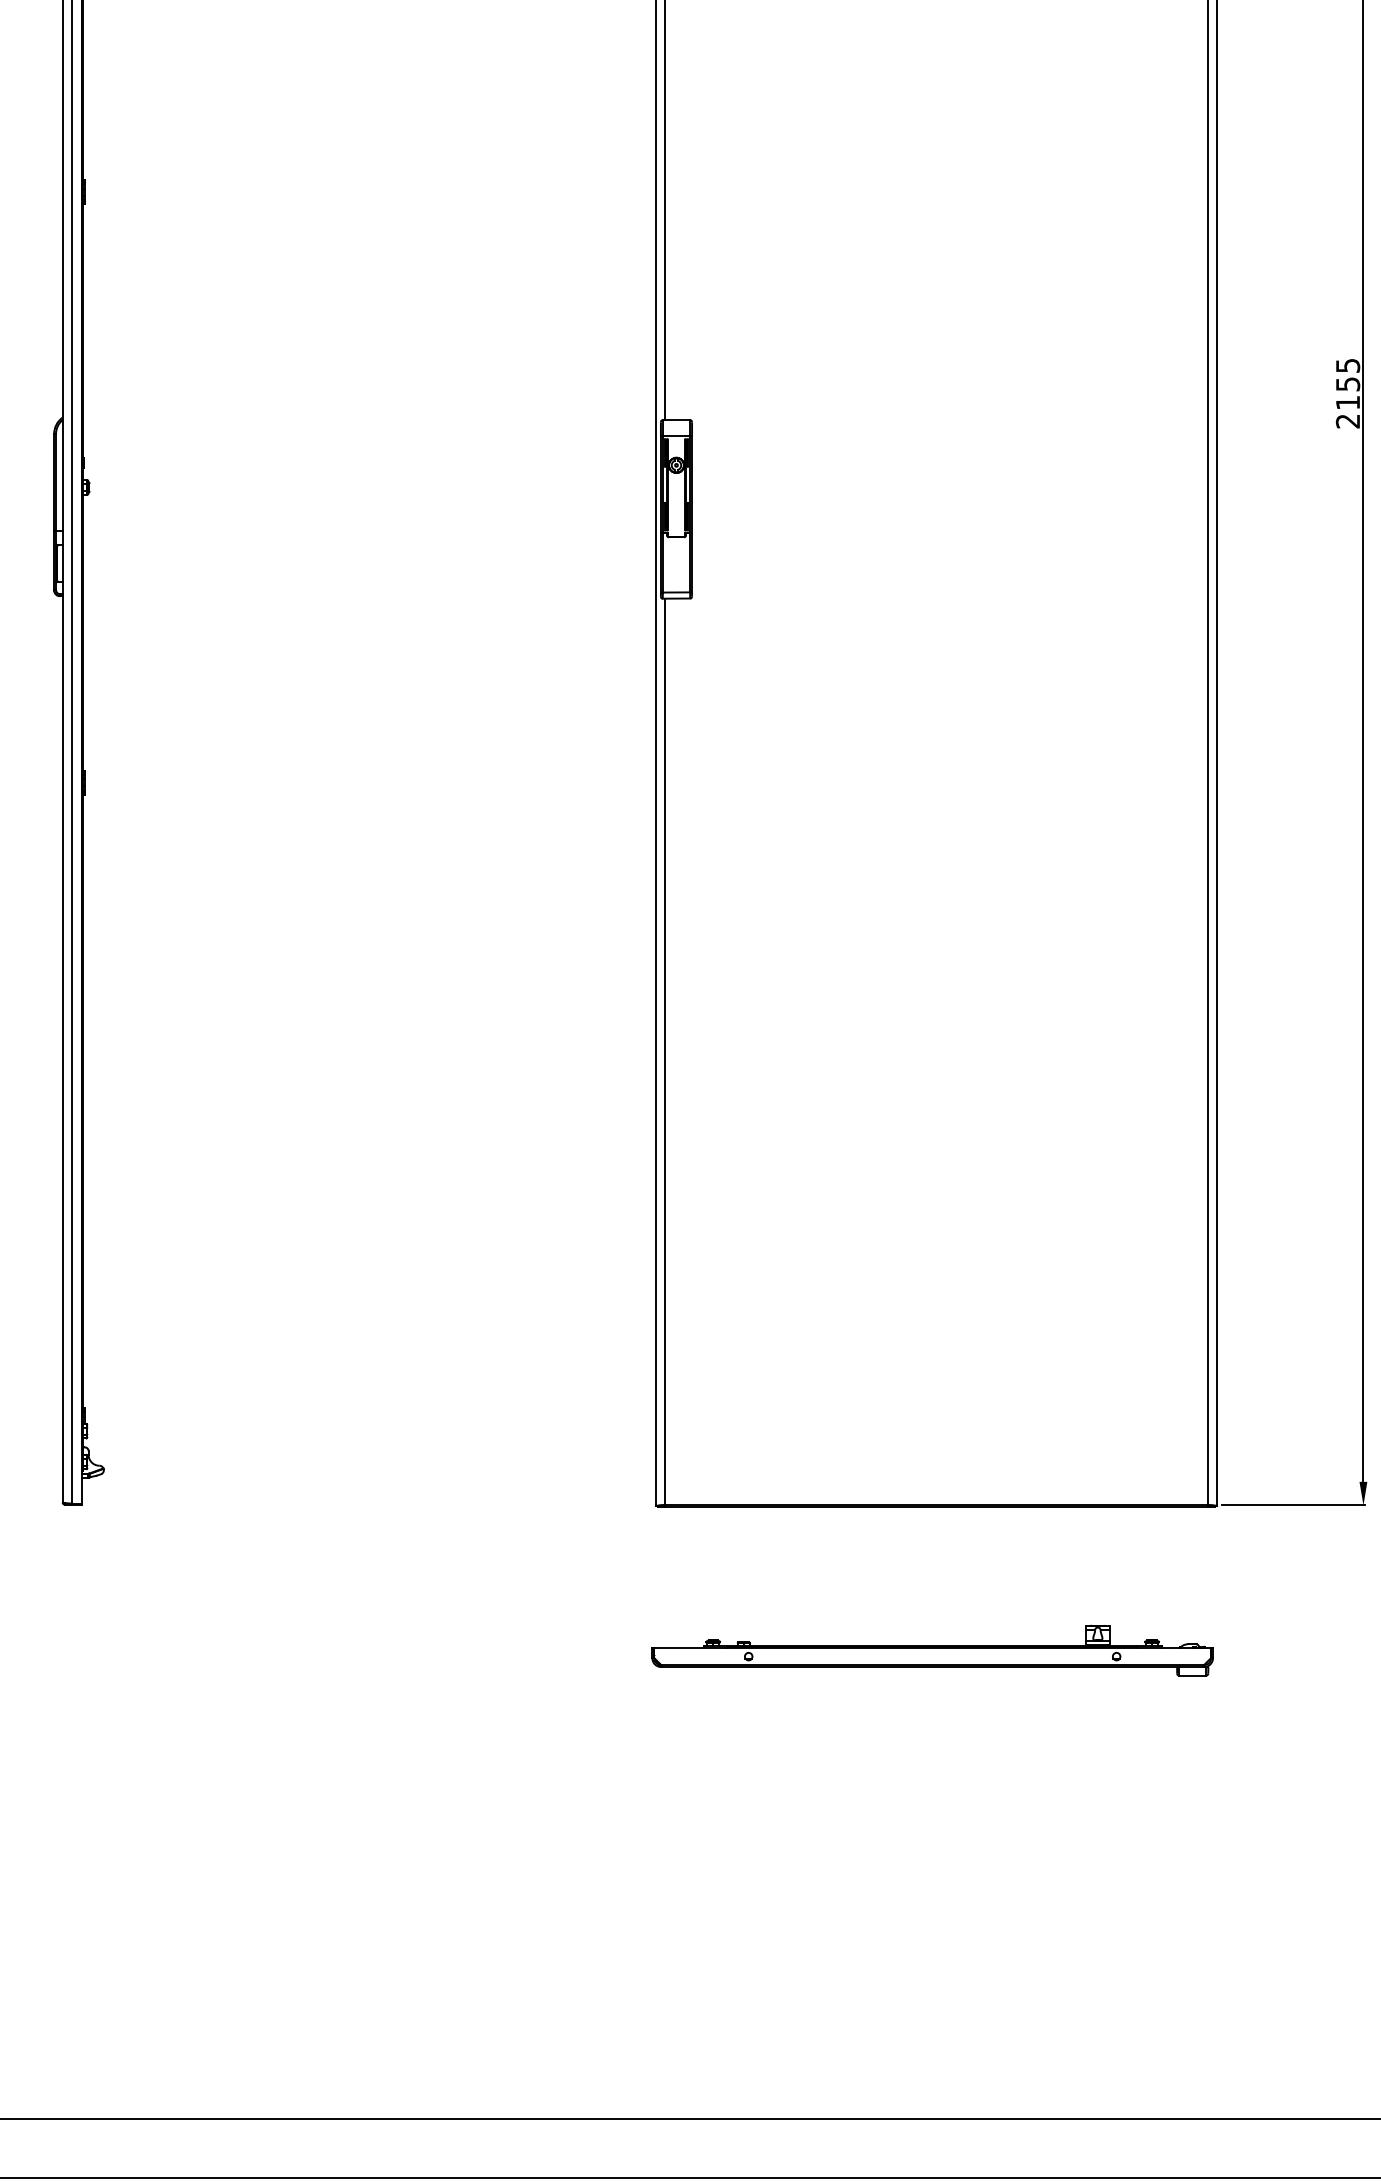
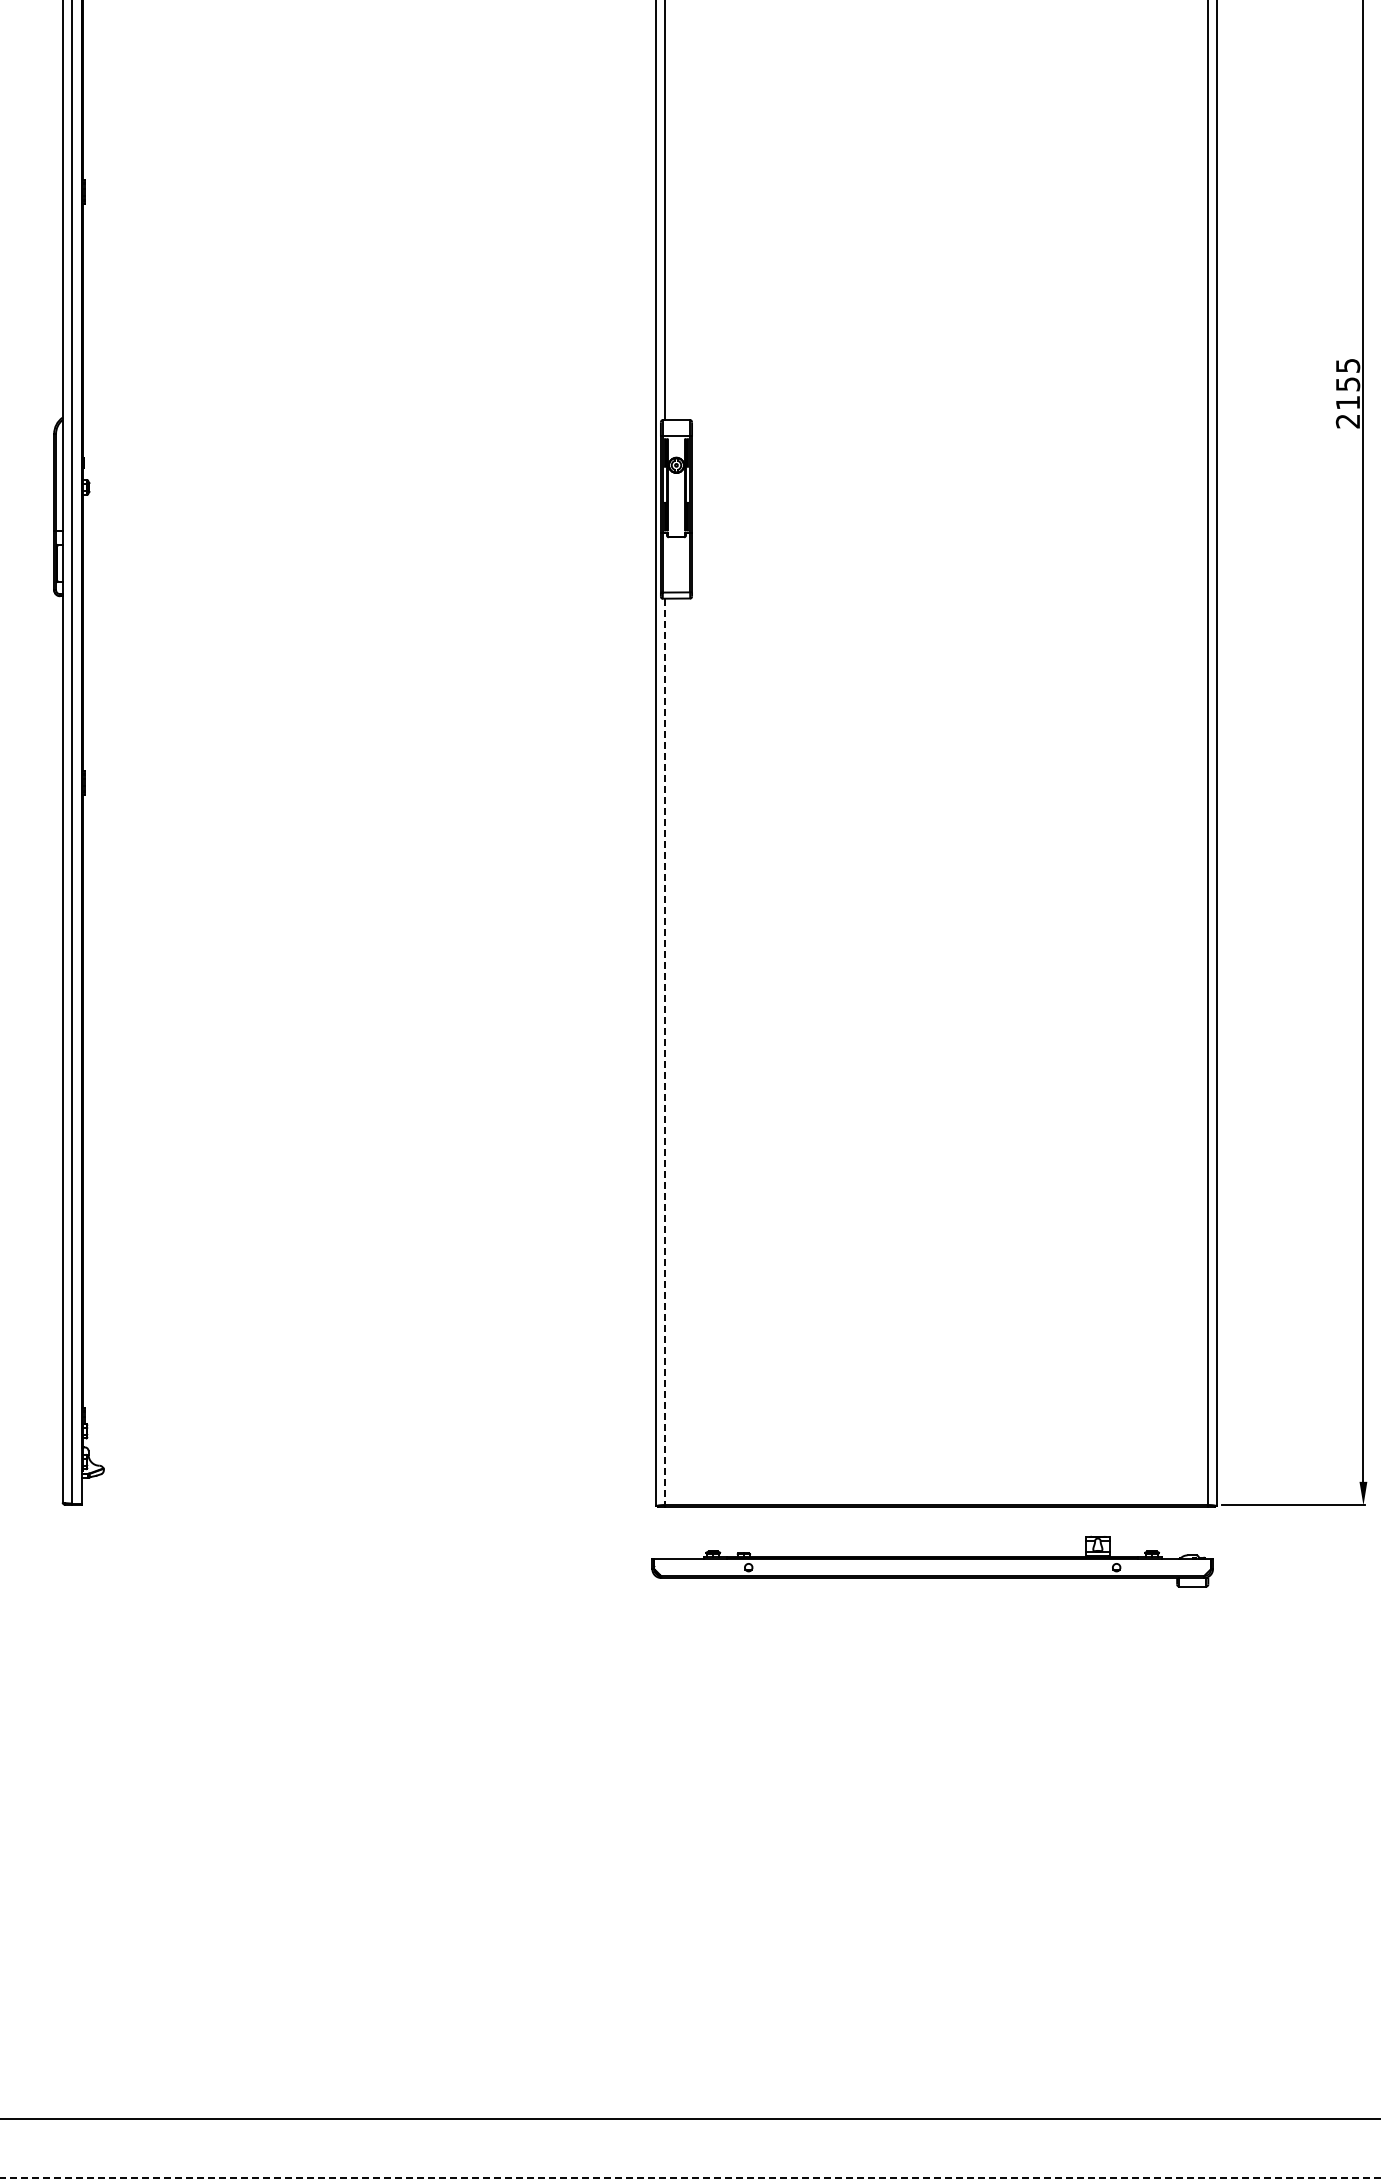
line at (665, 1052): solid -> dashed
part at (932, 1650) position: (932, 1650) -> (932, 1561)
line at (690, 2177): solid -> dashed
